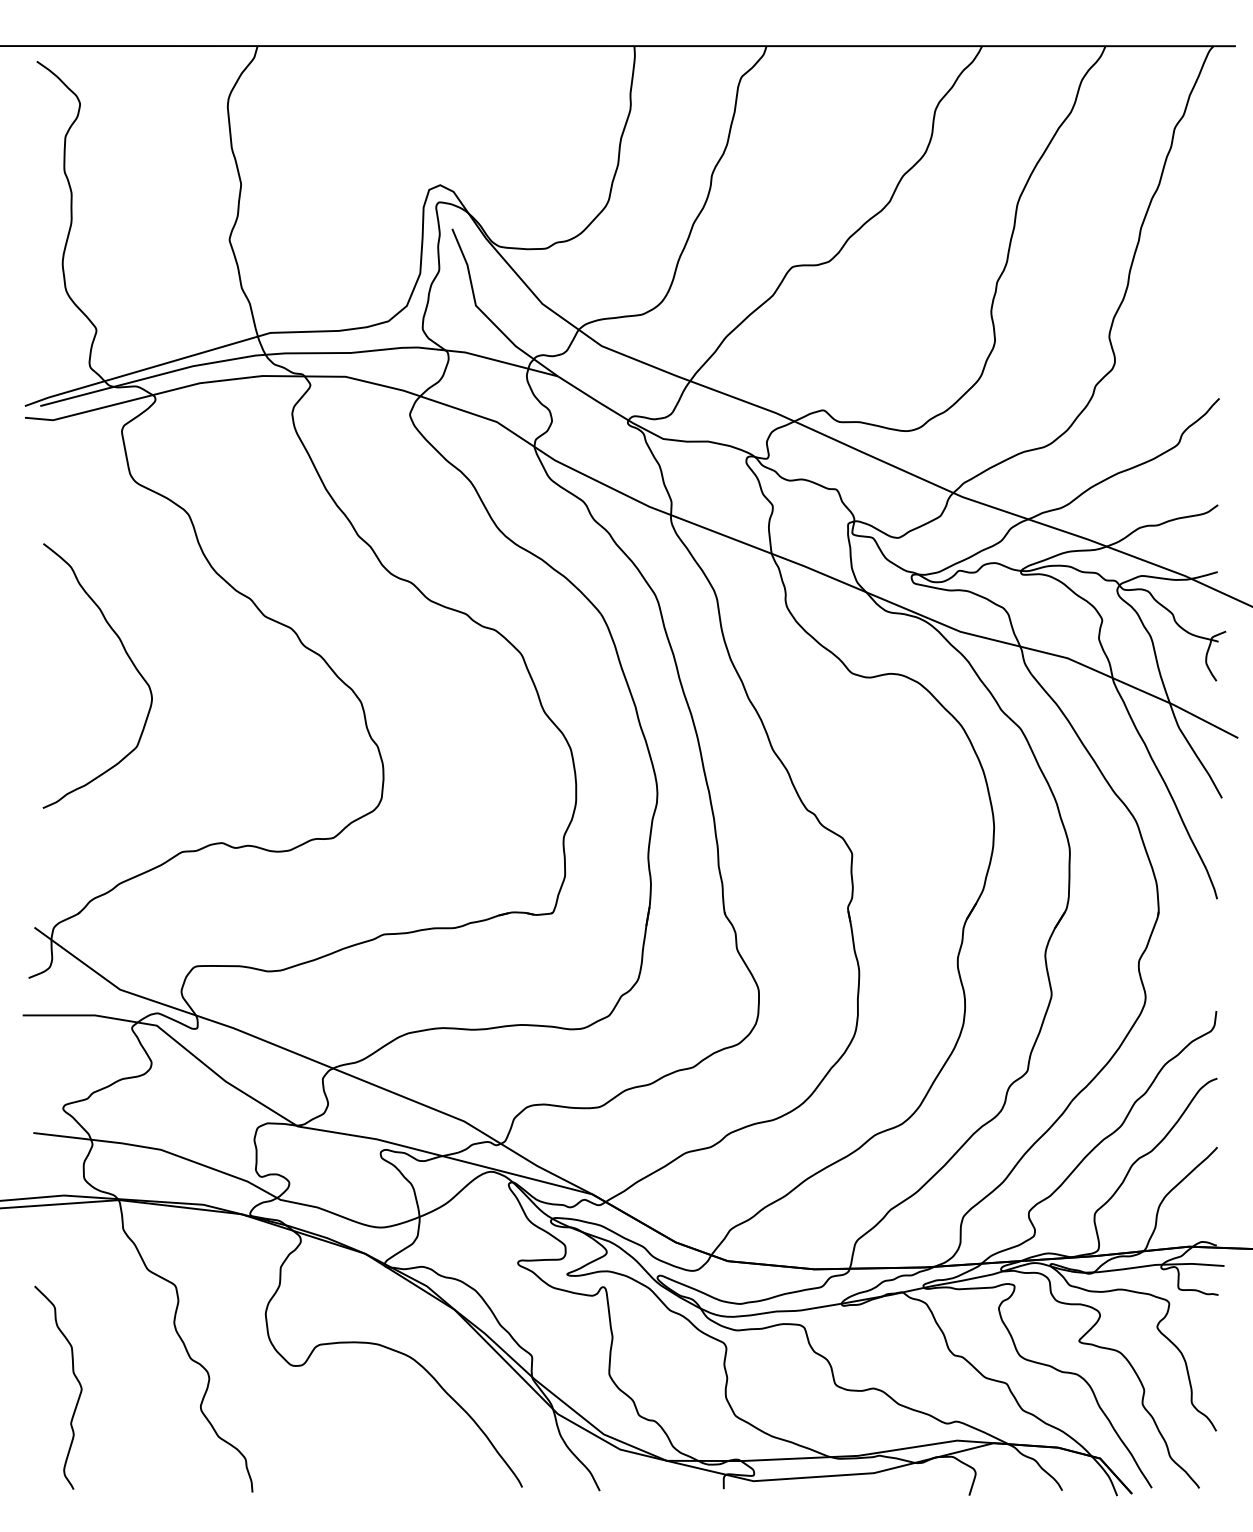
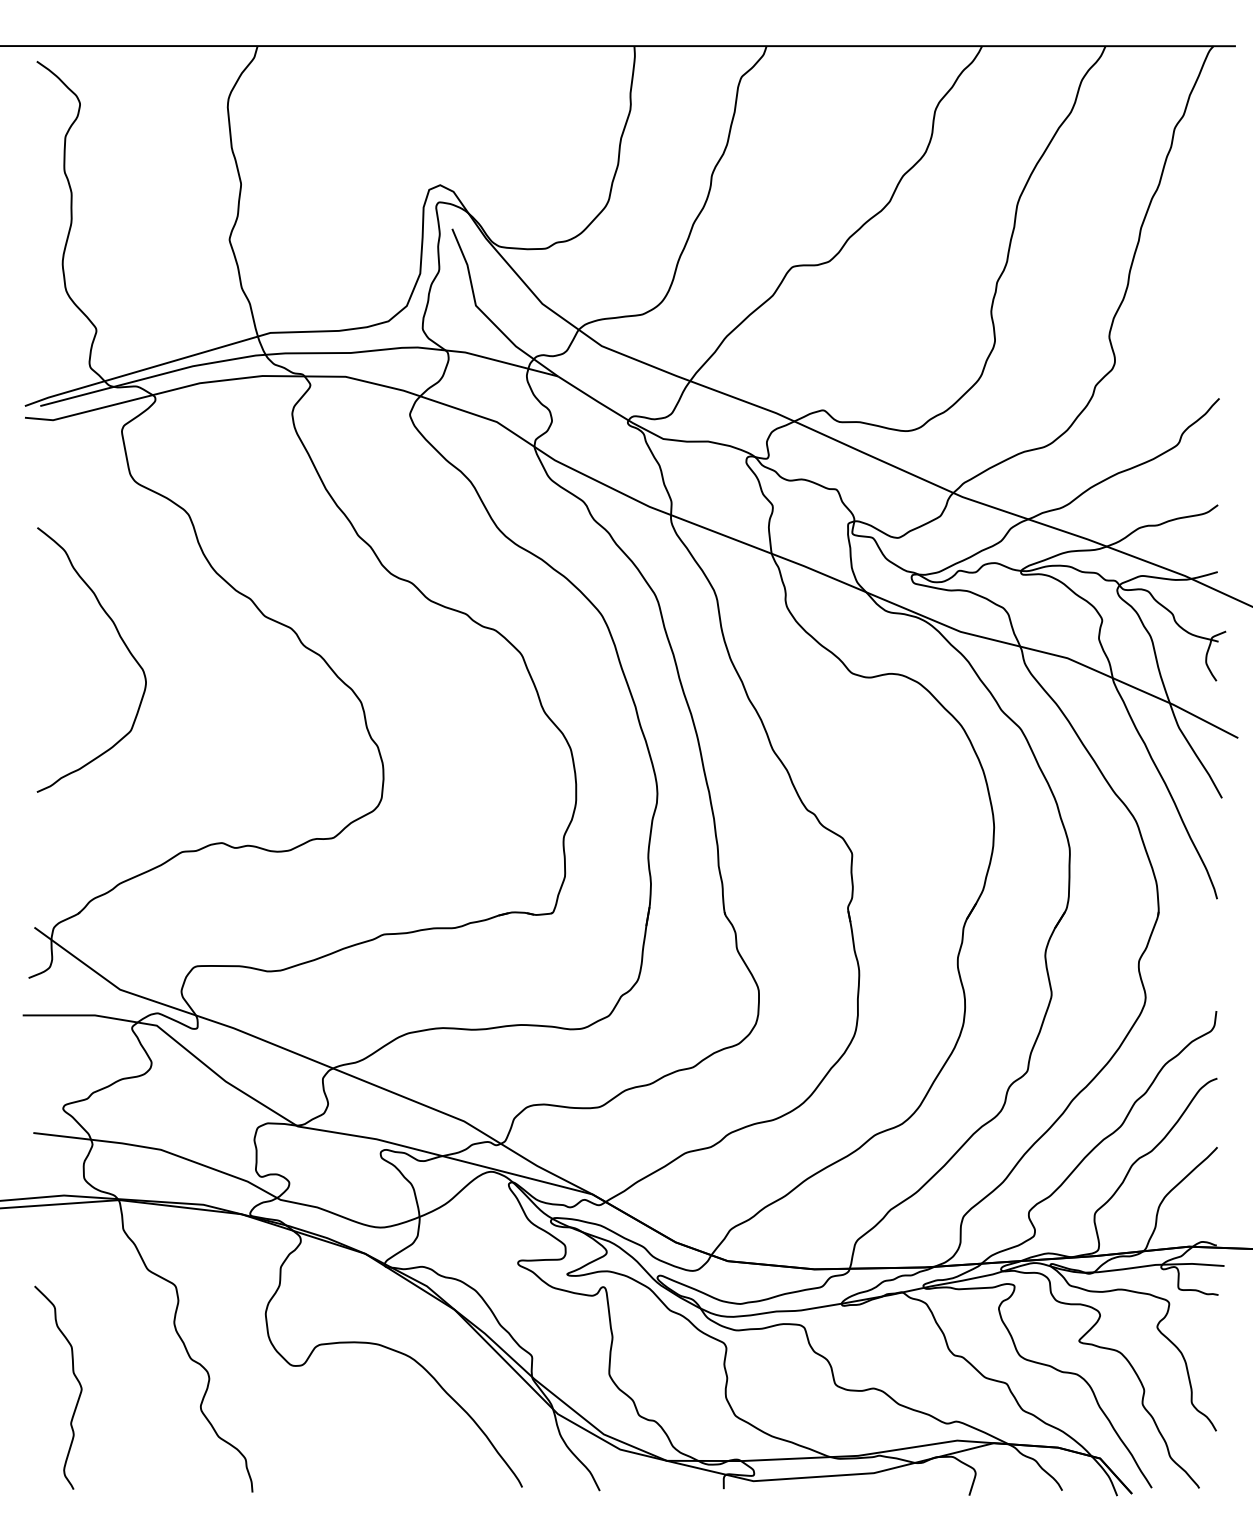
curve at (127, 656) position: (127, 656) -> (121, 640)
